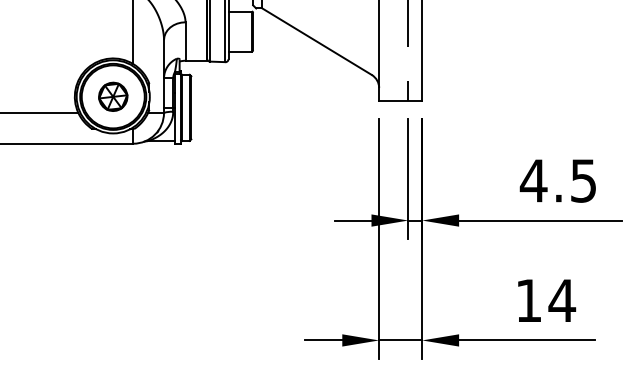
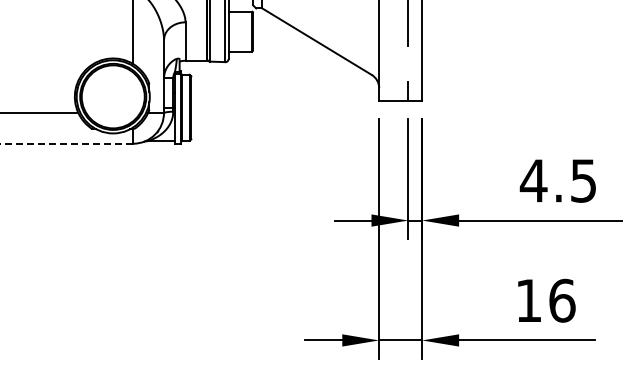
part at (113, 96): present -> none
line at (66, 143): solid -> dashed
text at (562, 300): 14 -> 16
